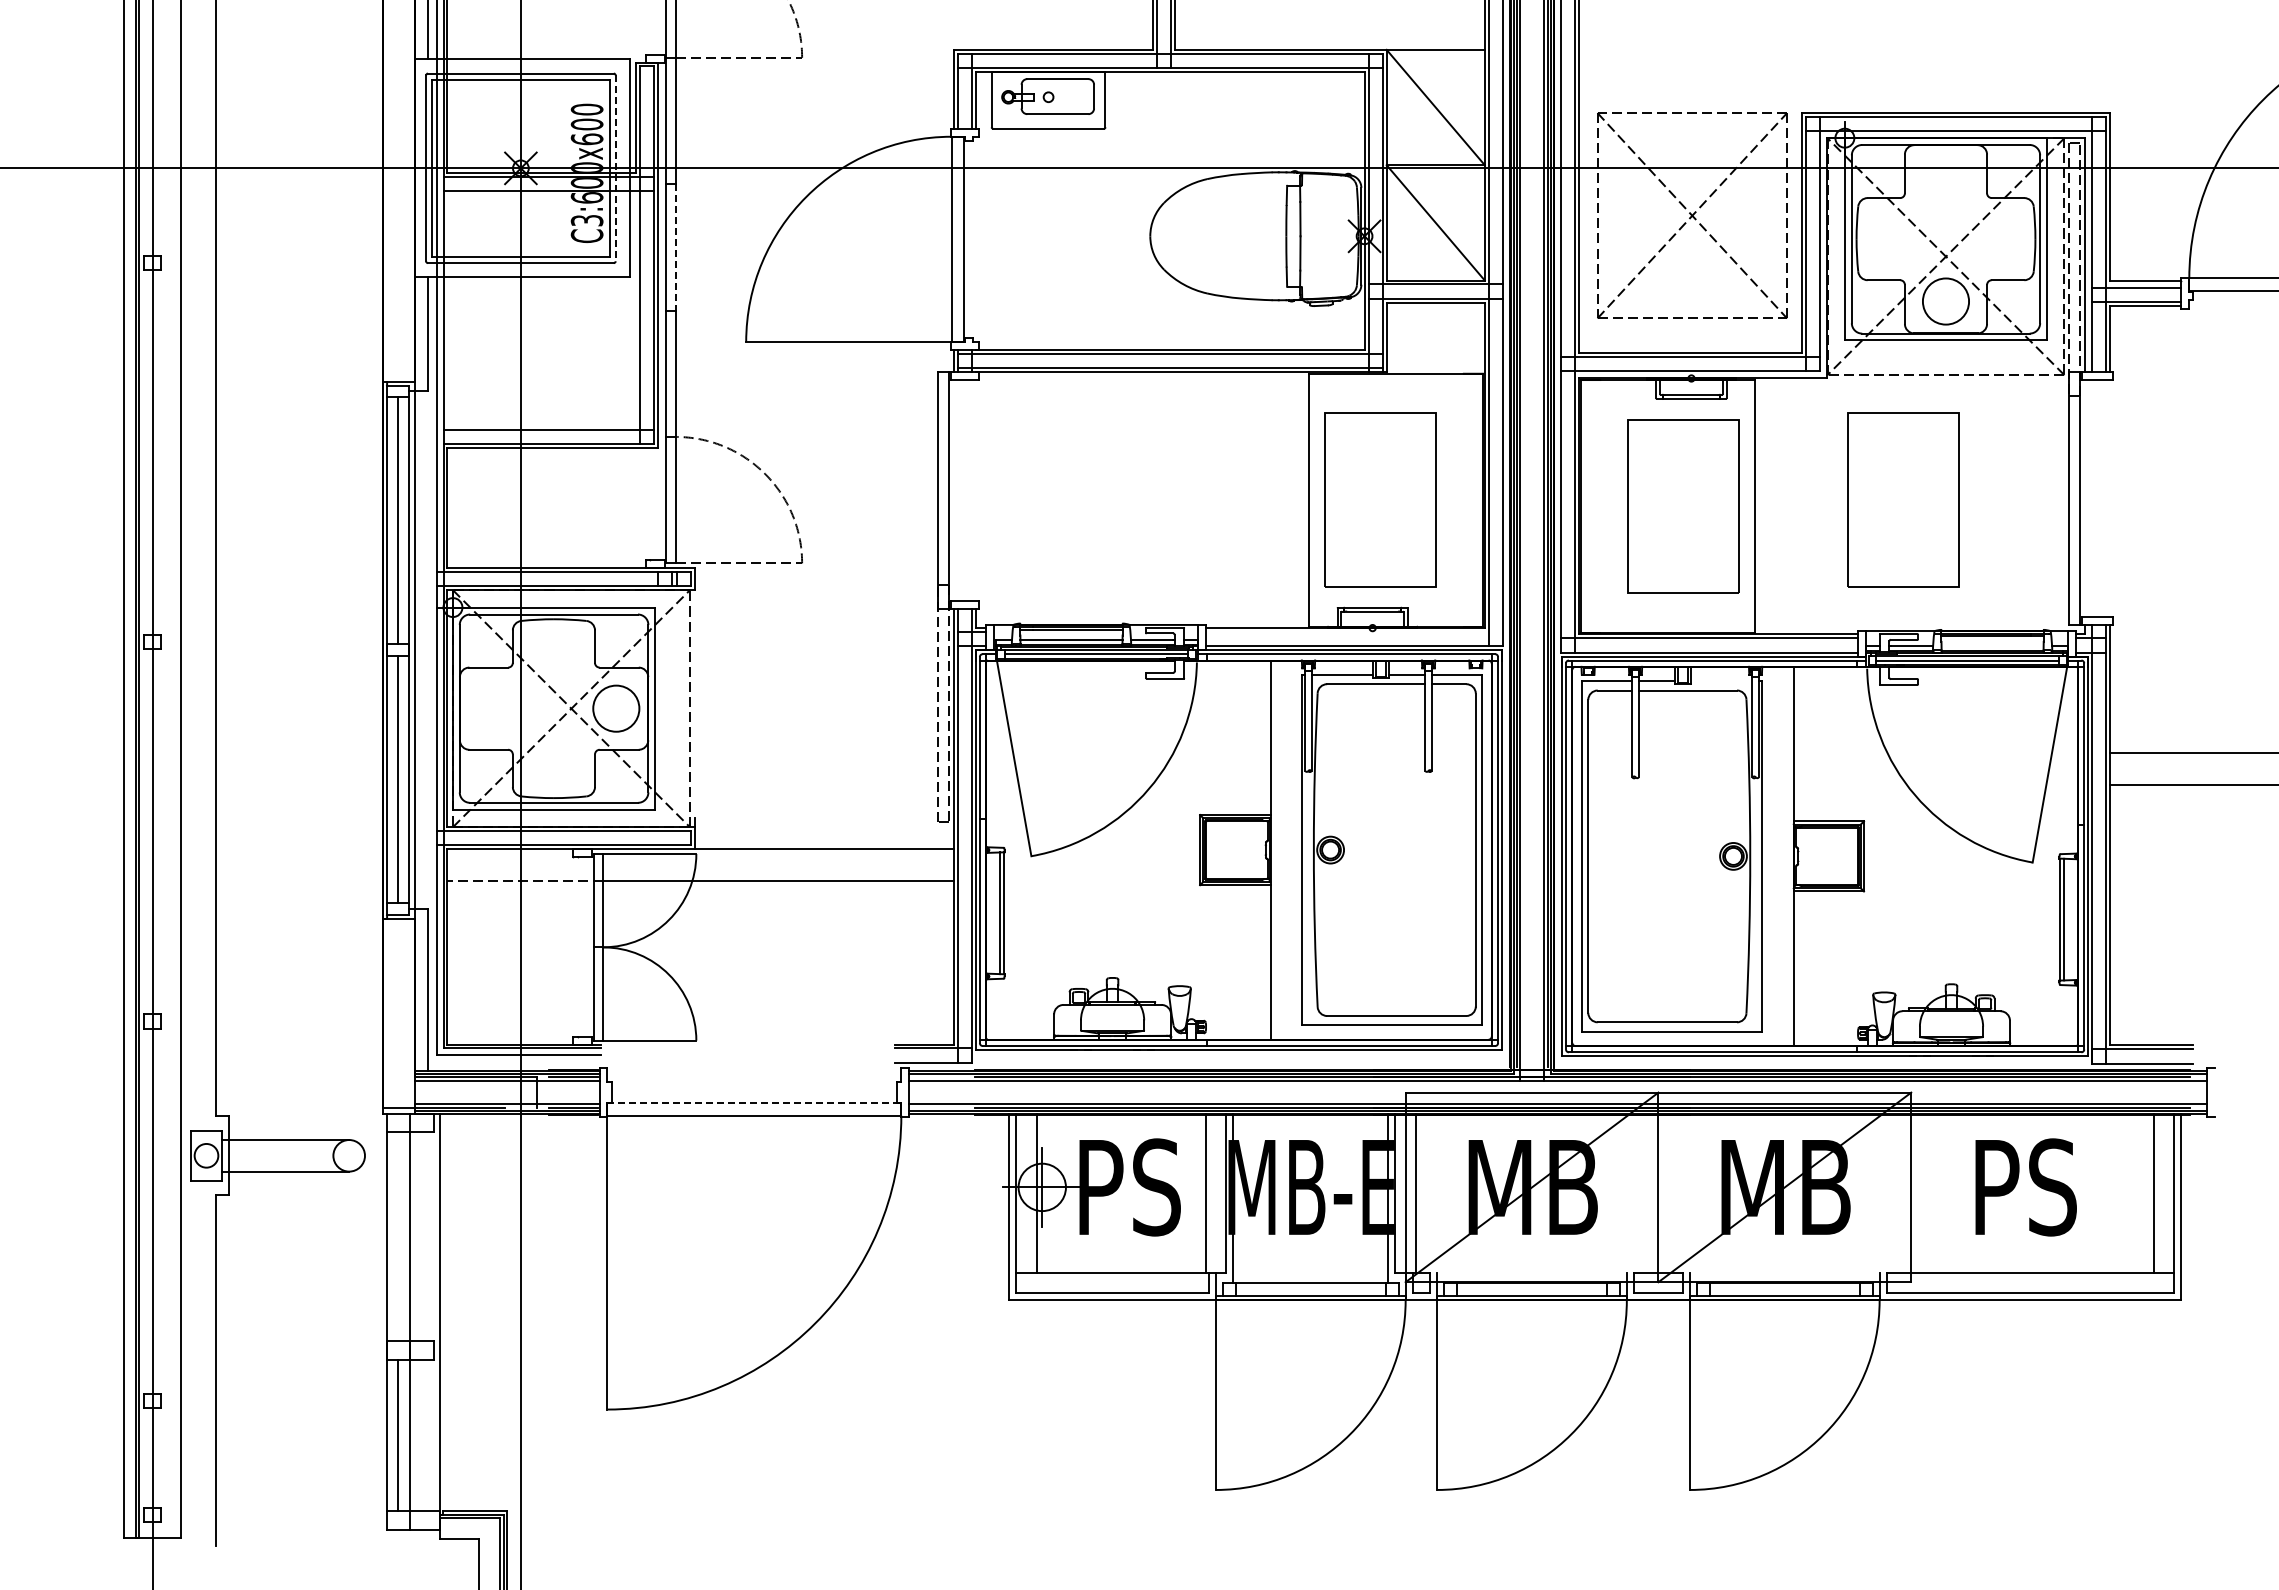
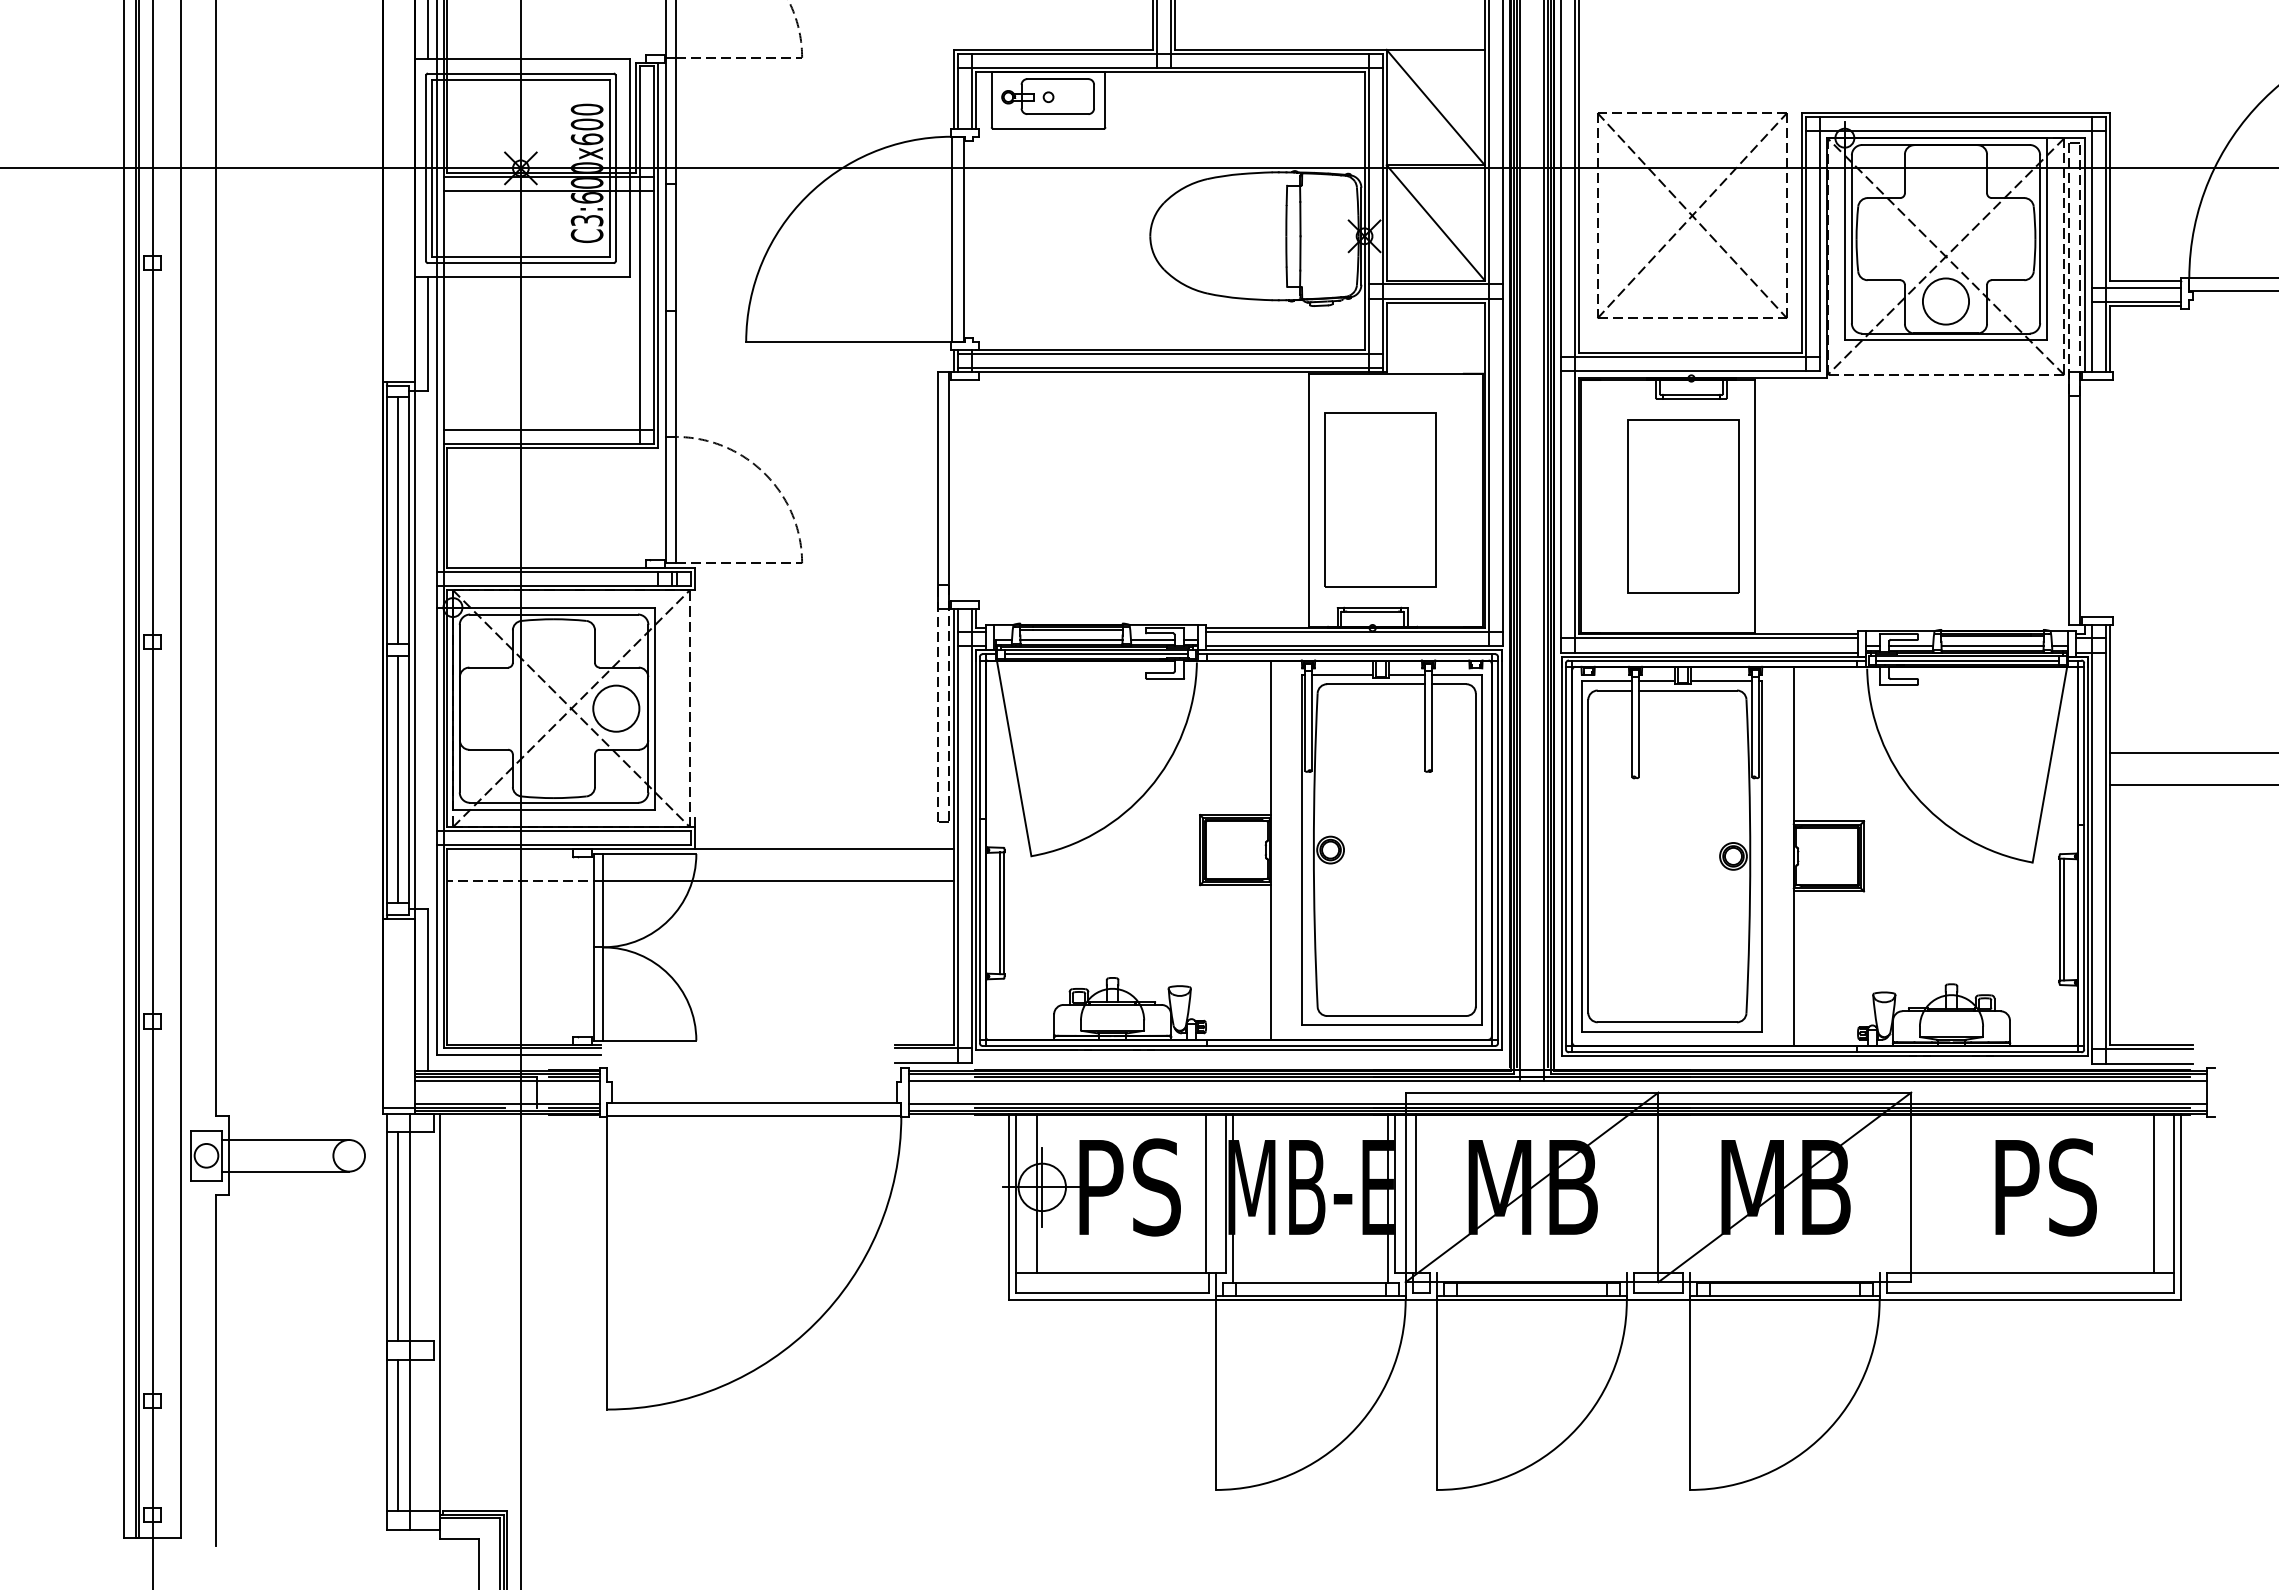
line at (615, 168): dashed -> solid
line at (675, 247): dashed -> solid
part at (1903, 499): present -> none
line at (1353, 632): none -> present
line at (1992, 646): none -> present
line at (1721, 681): none -> present
line at (754, 1103): dashed -> solid
text at (2025, 1187) position: (2025, 1187) -> (2045, 1187)
line at (397, 1236): none -> present
